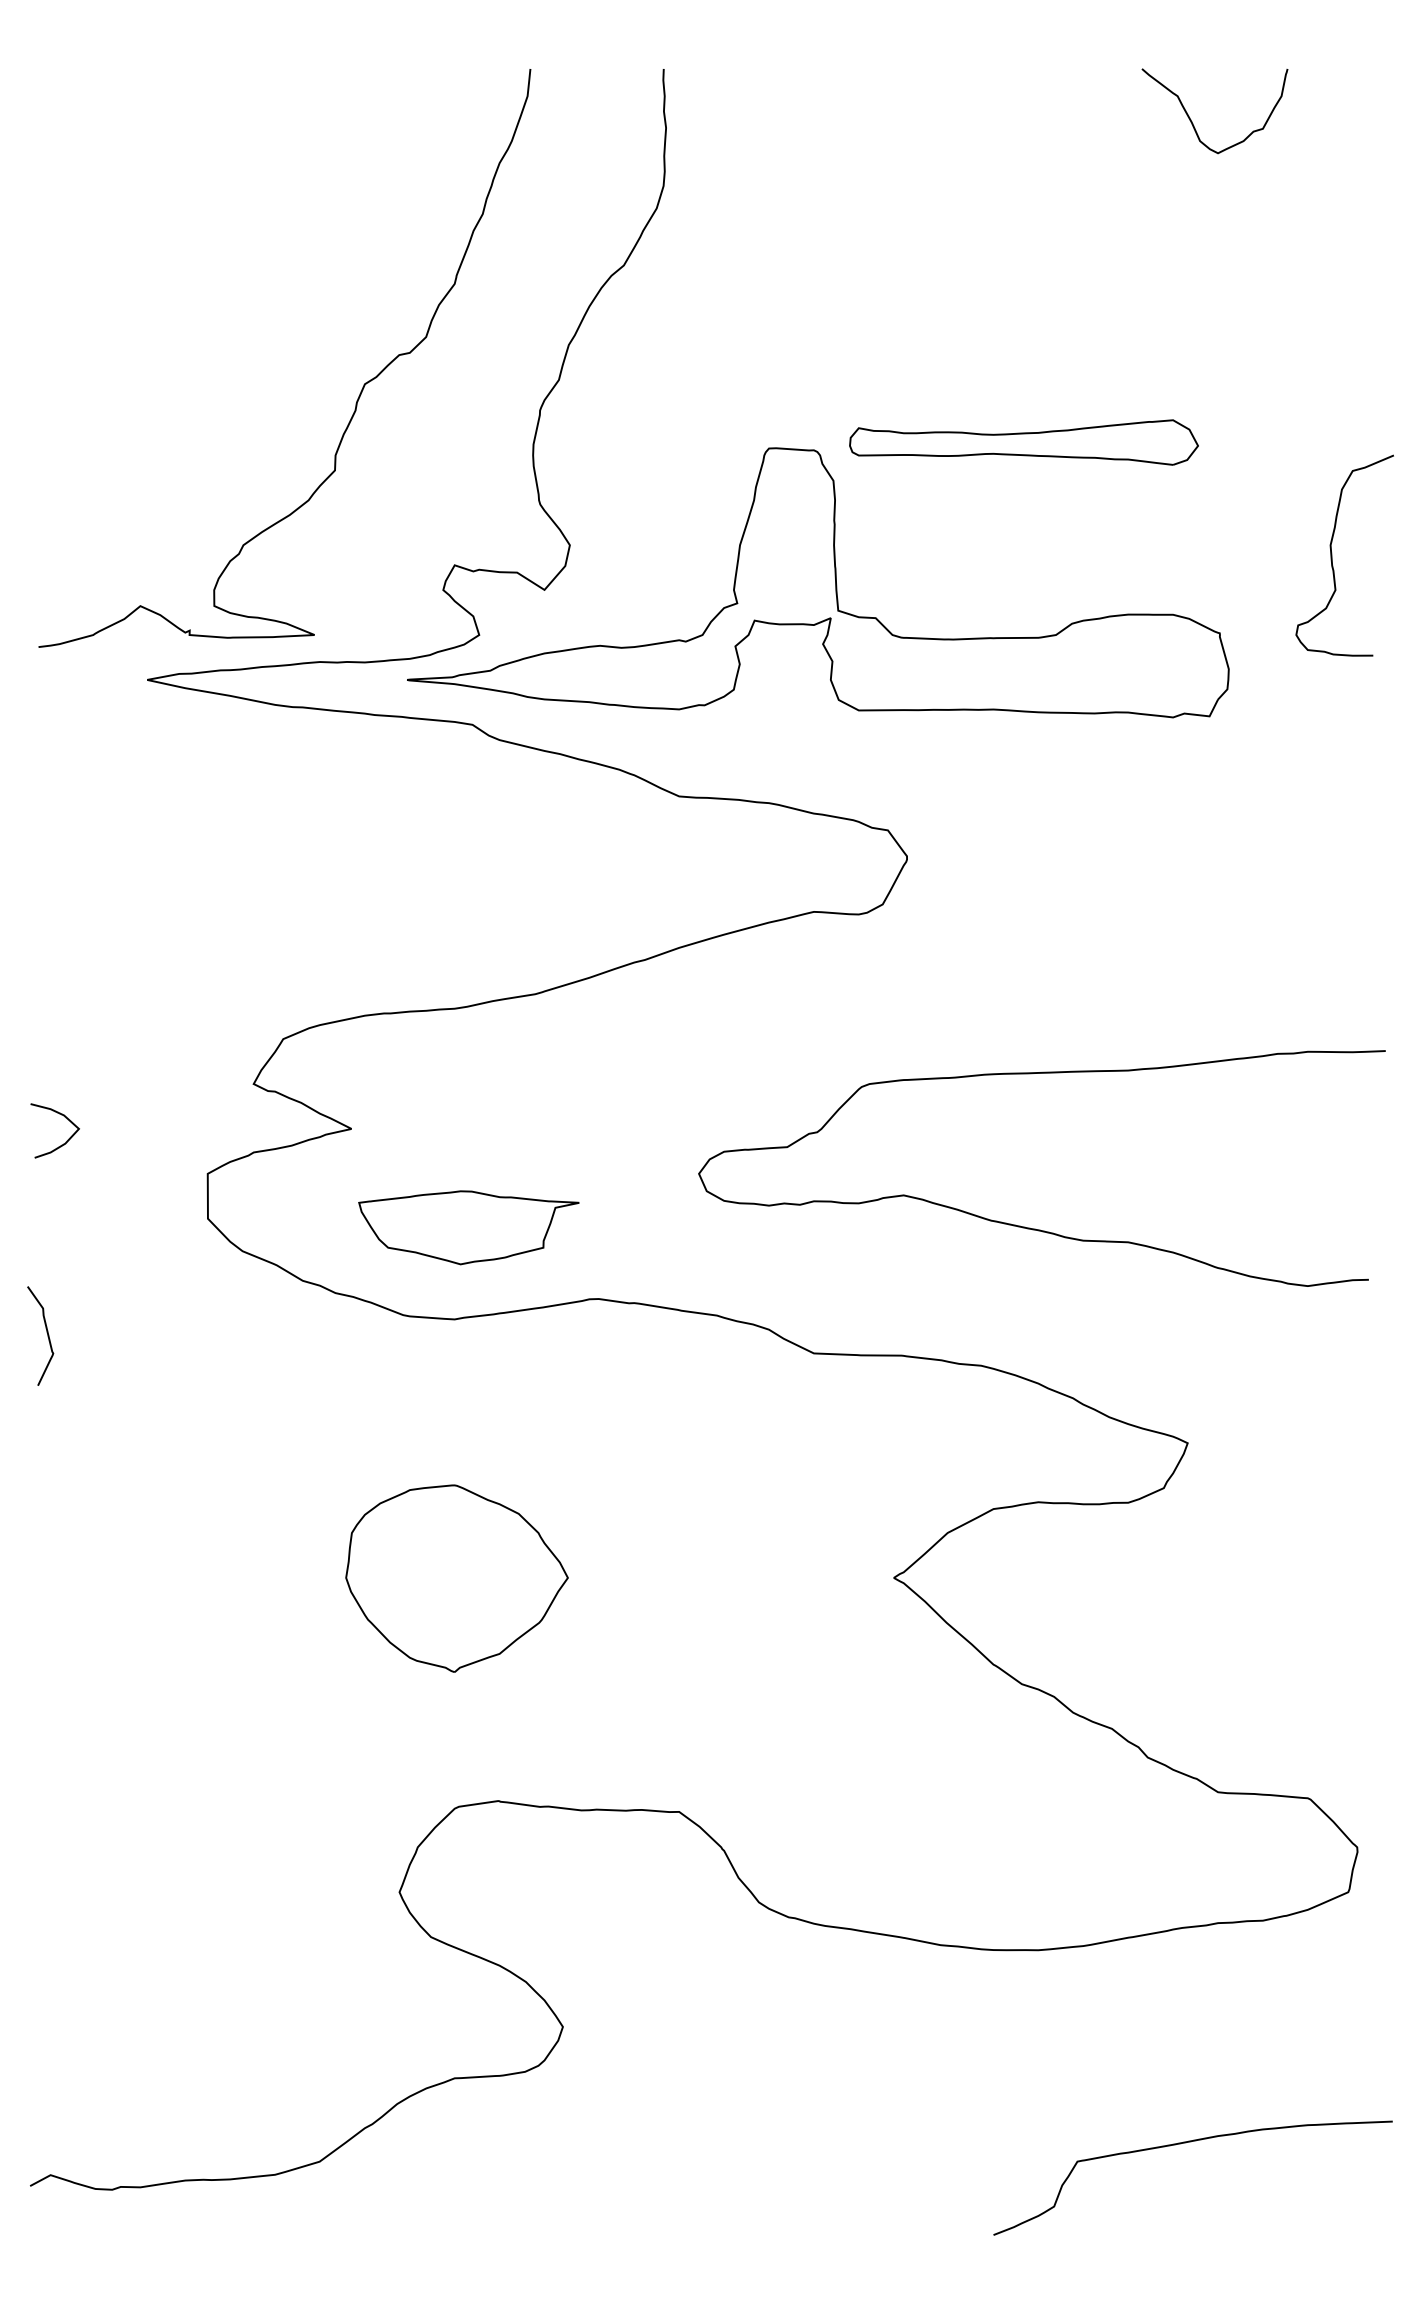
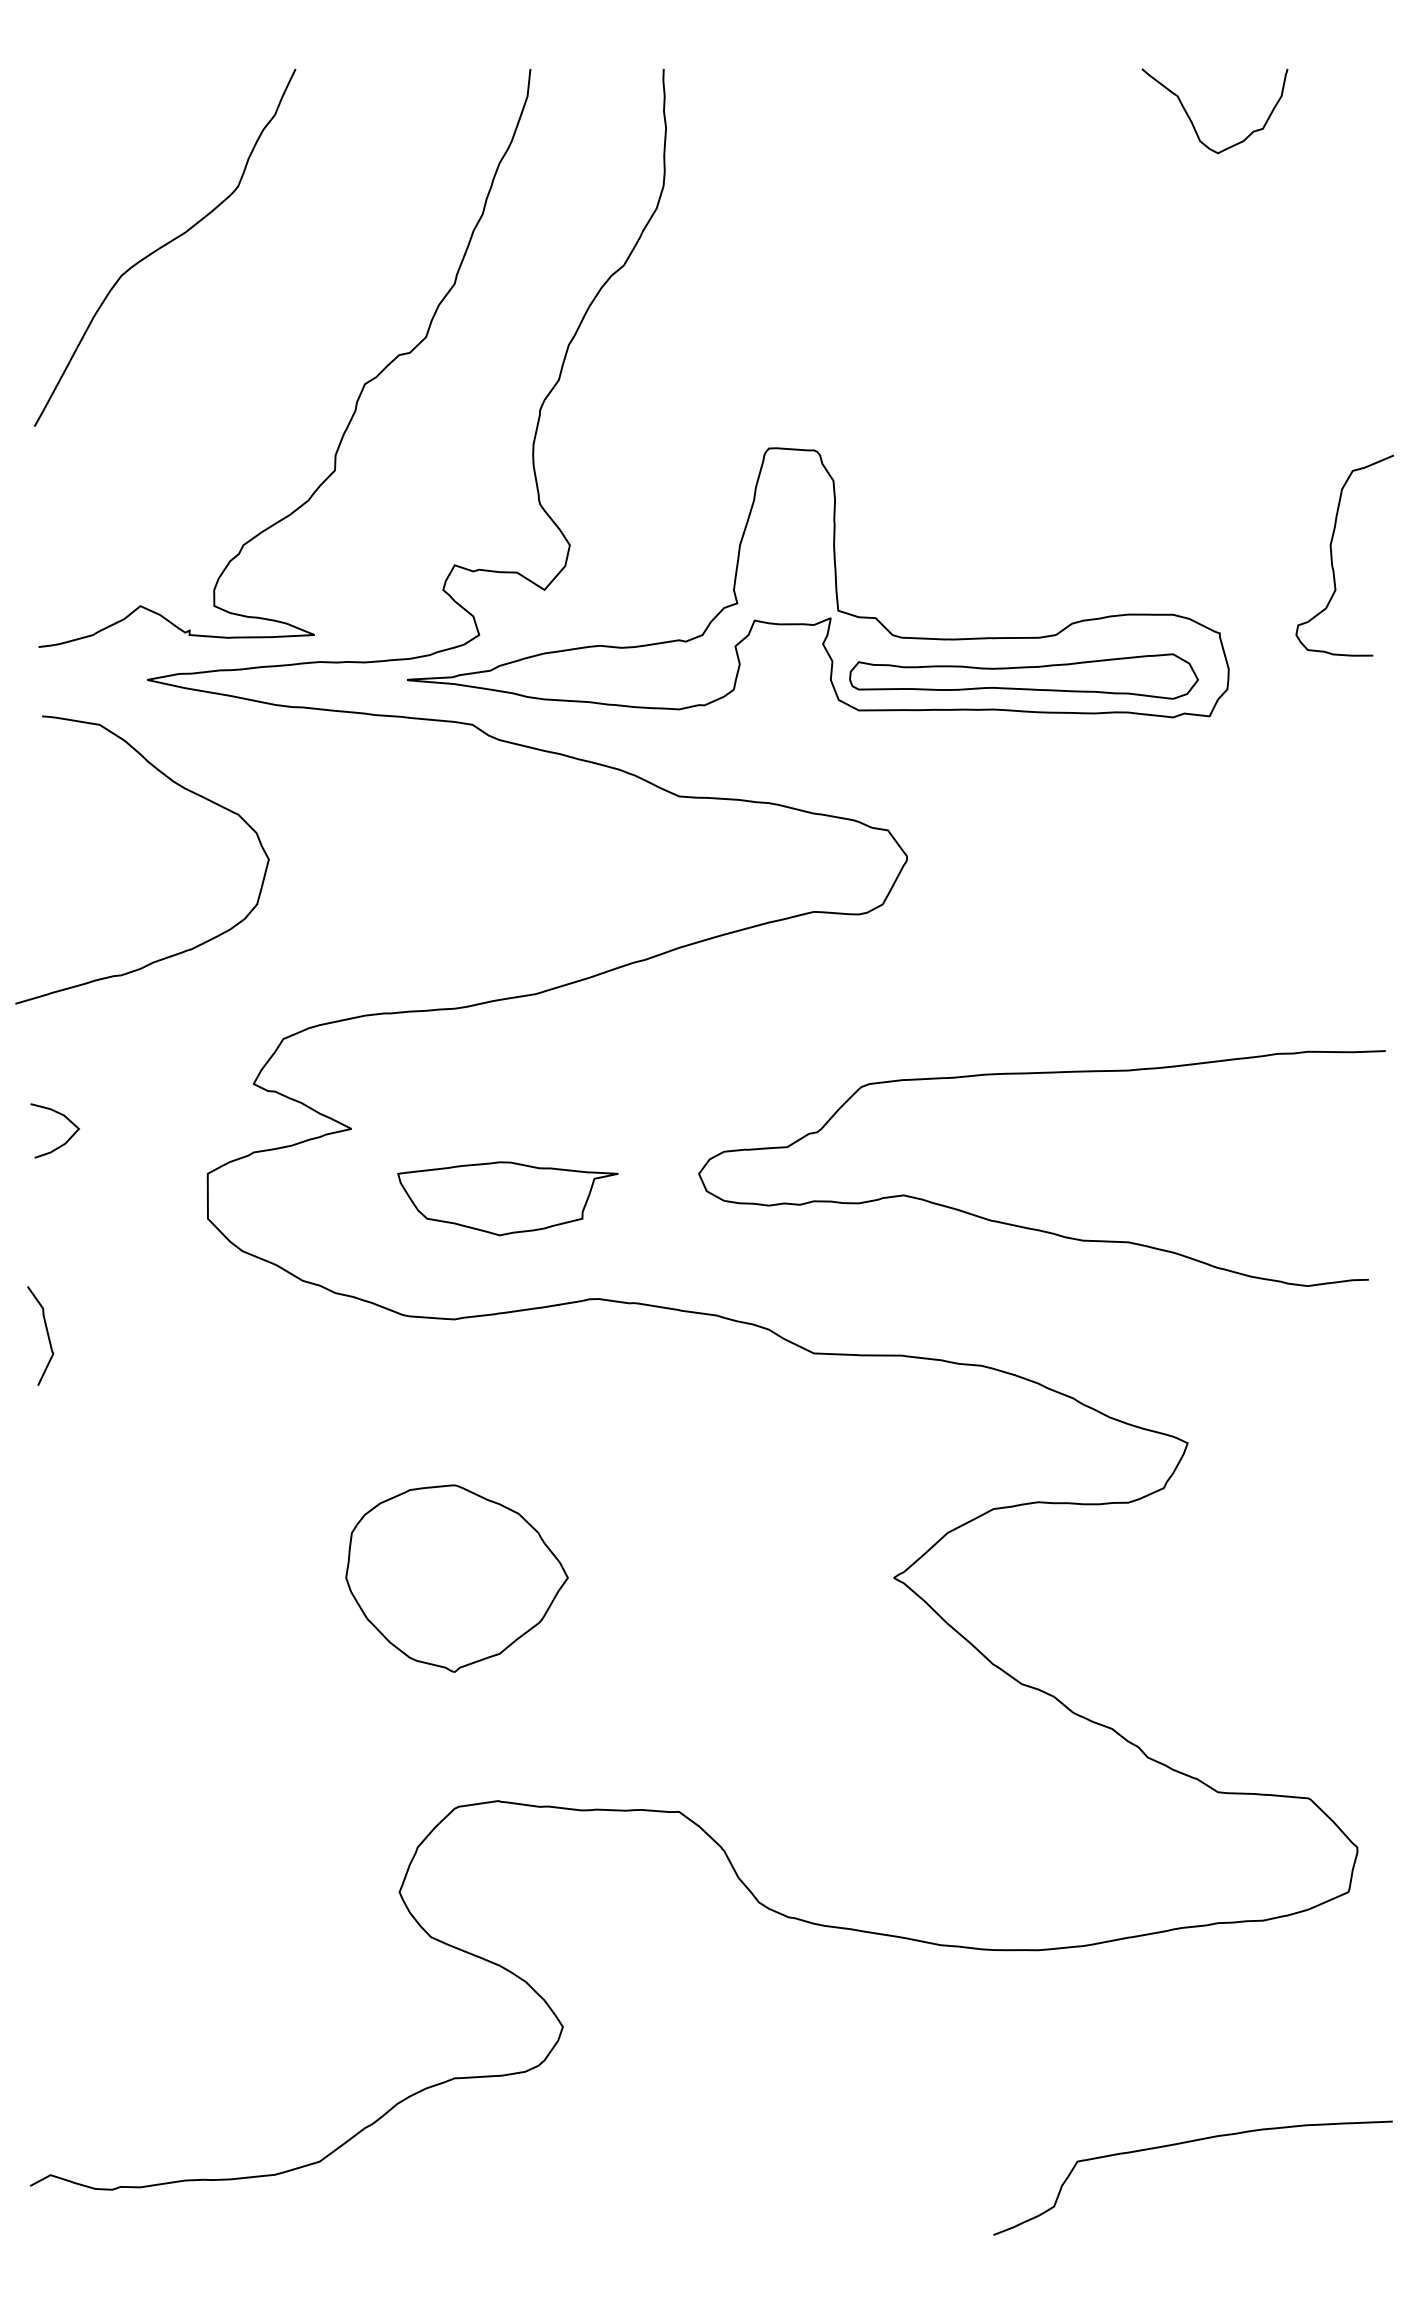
curve at (164, 246): none -> present
part at (1023, 442) position: (1023, 442) -> (1023, 676)
curve at (182, 788): none -> present
part at (468, 1227) position: (468, 1227) -> (507, 1198)
